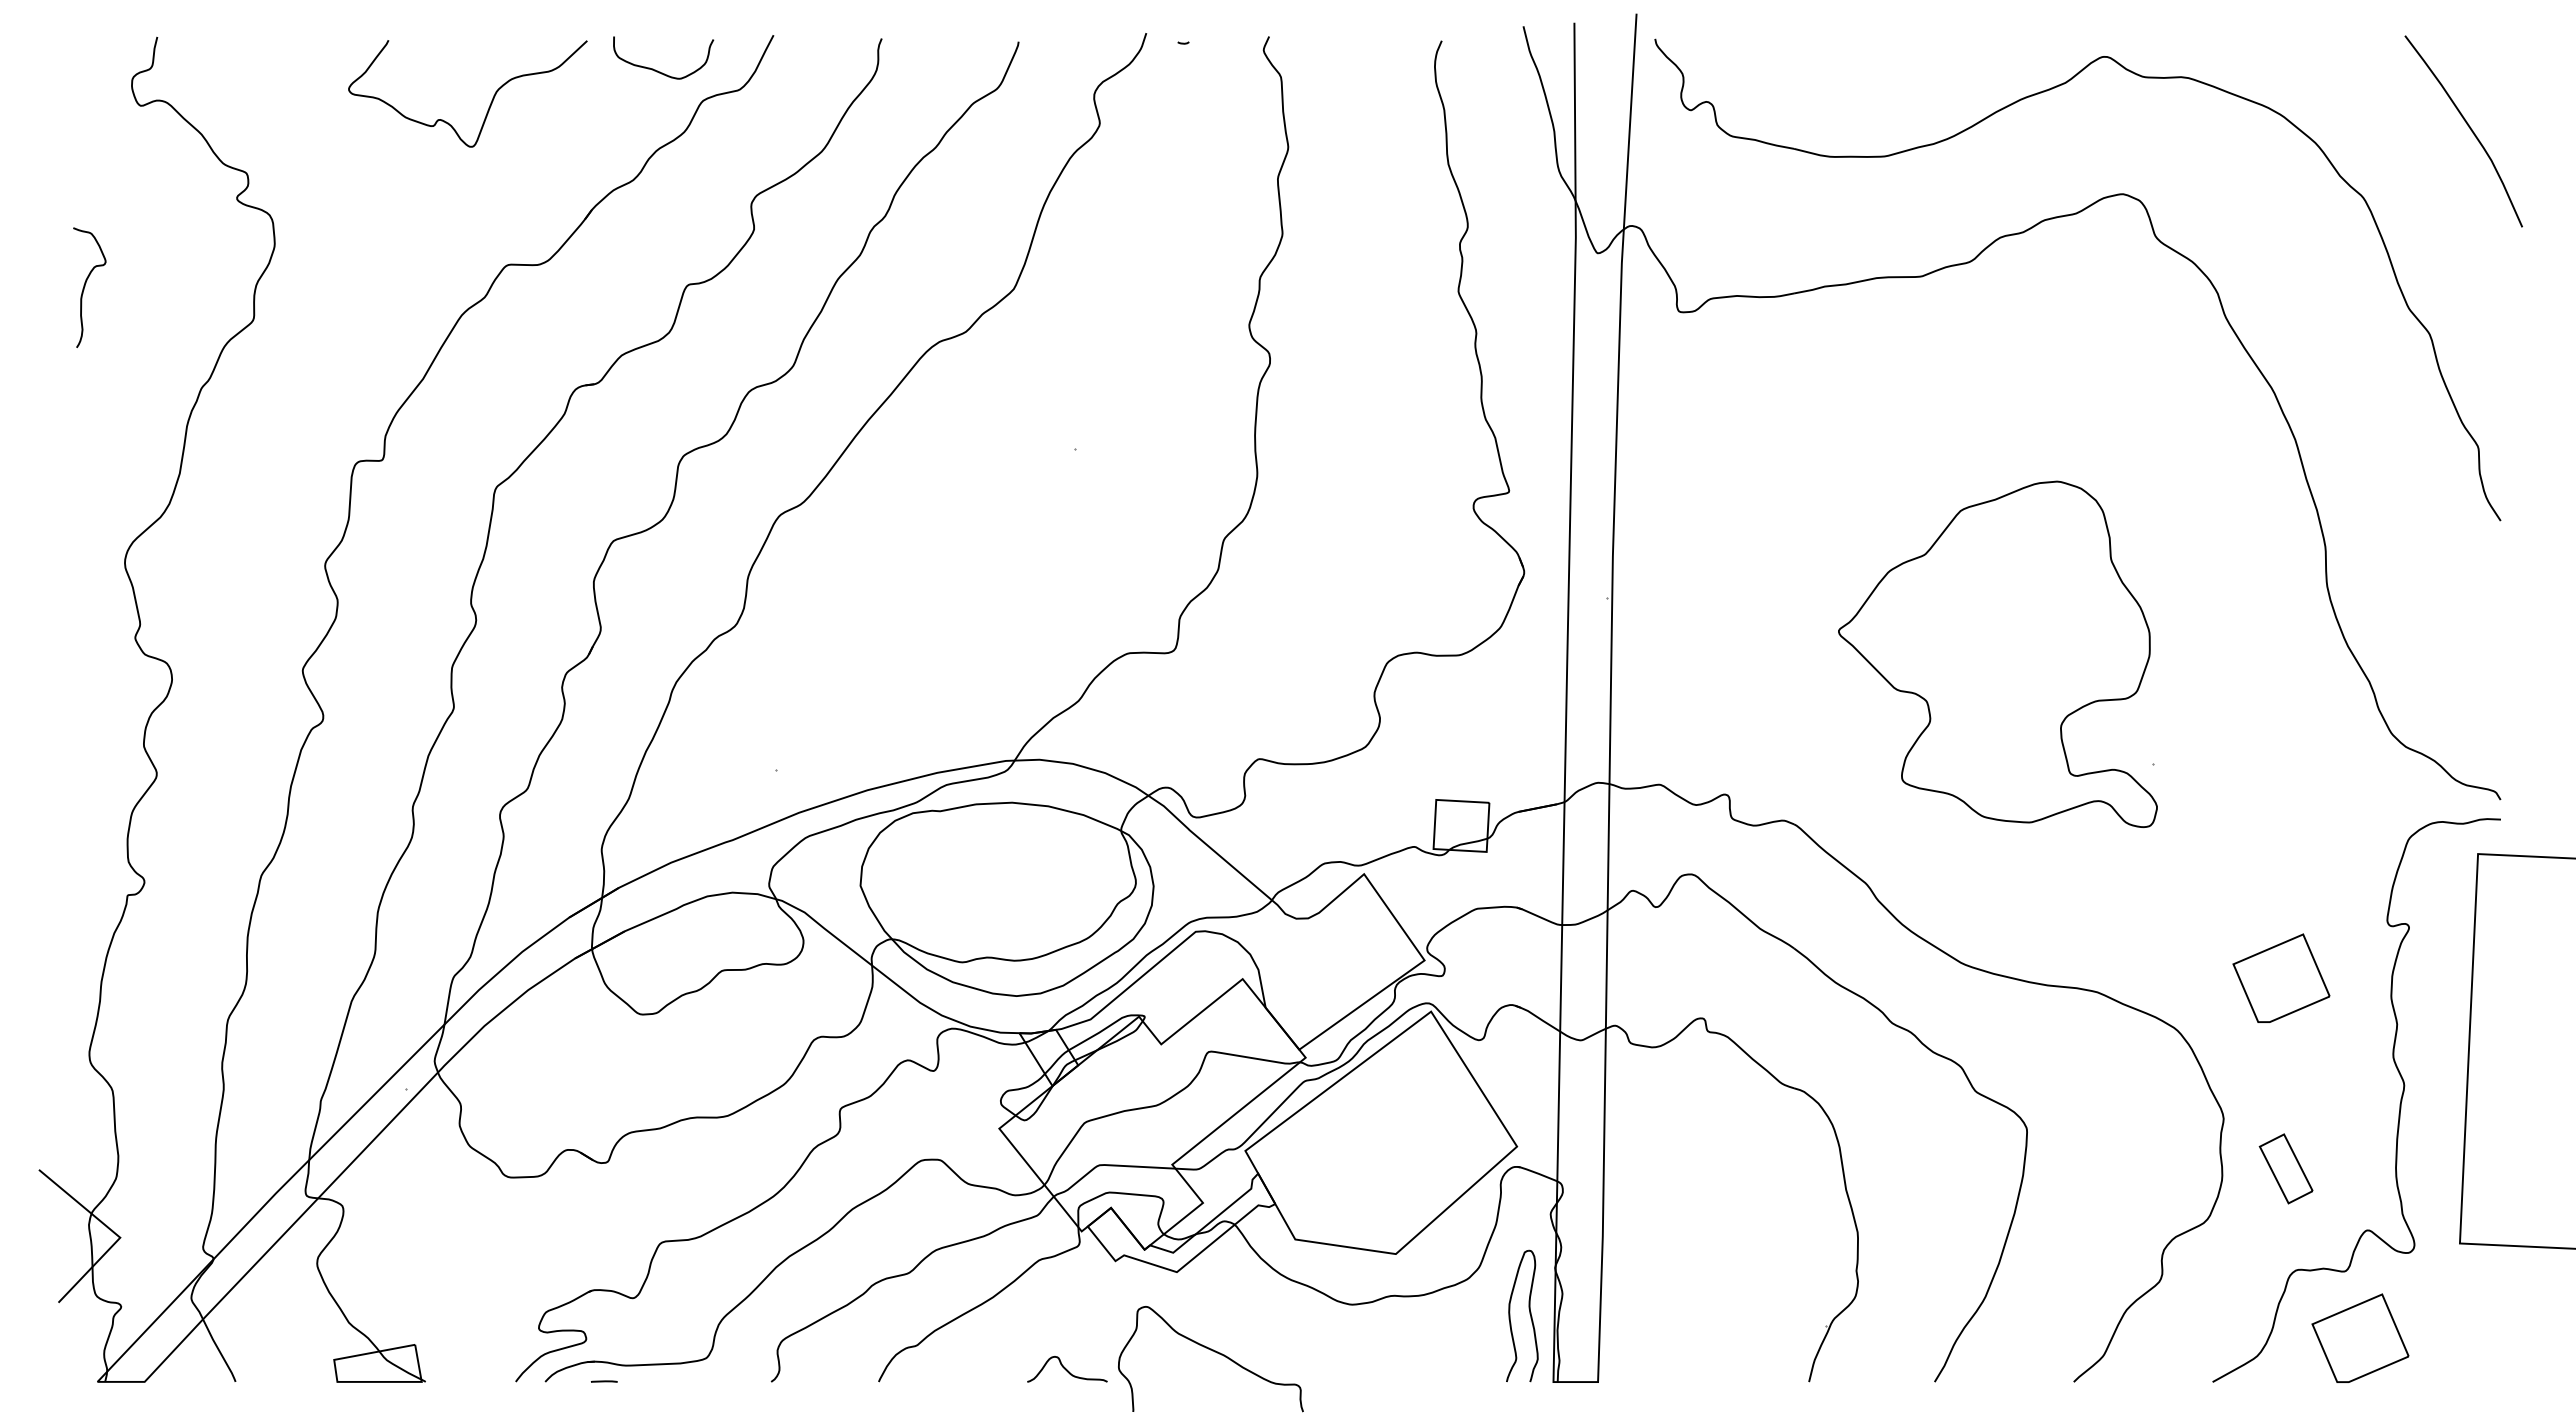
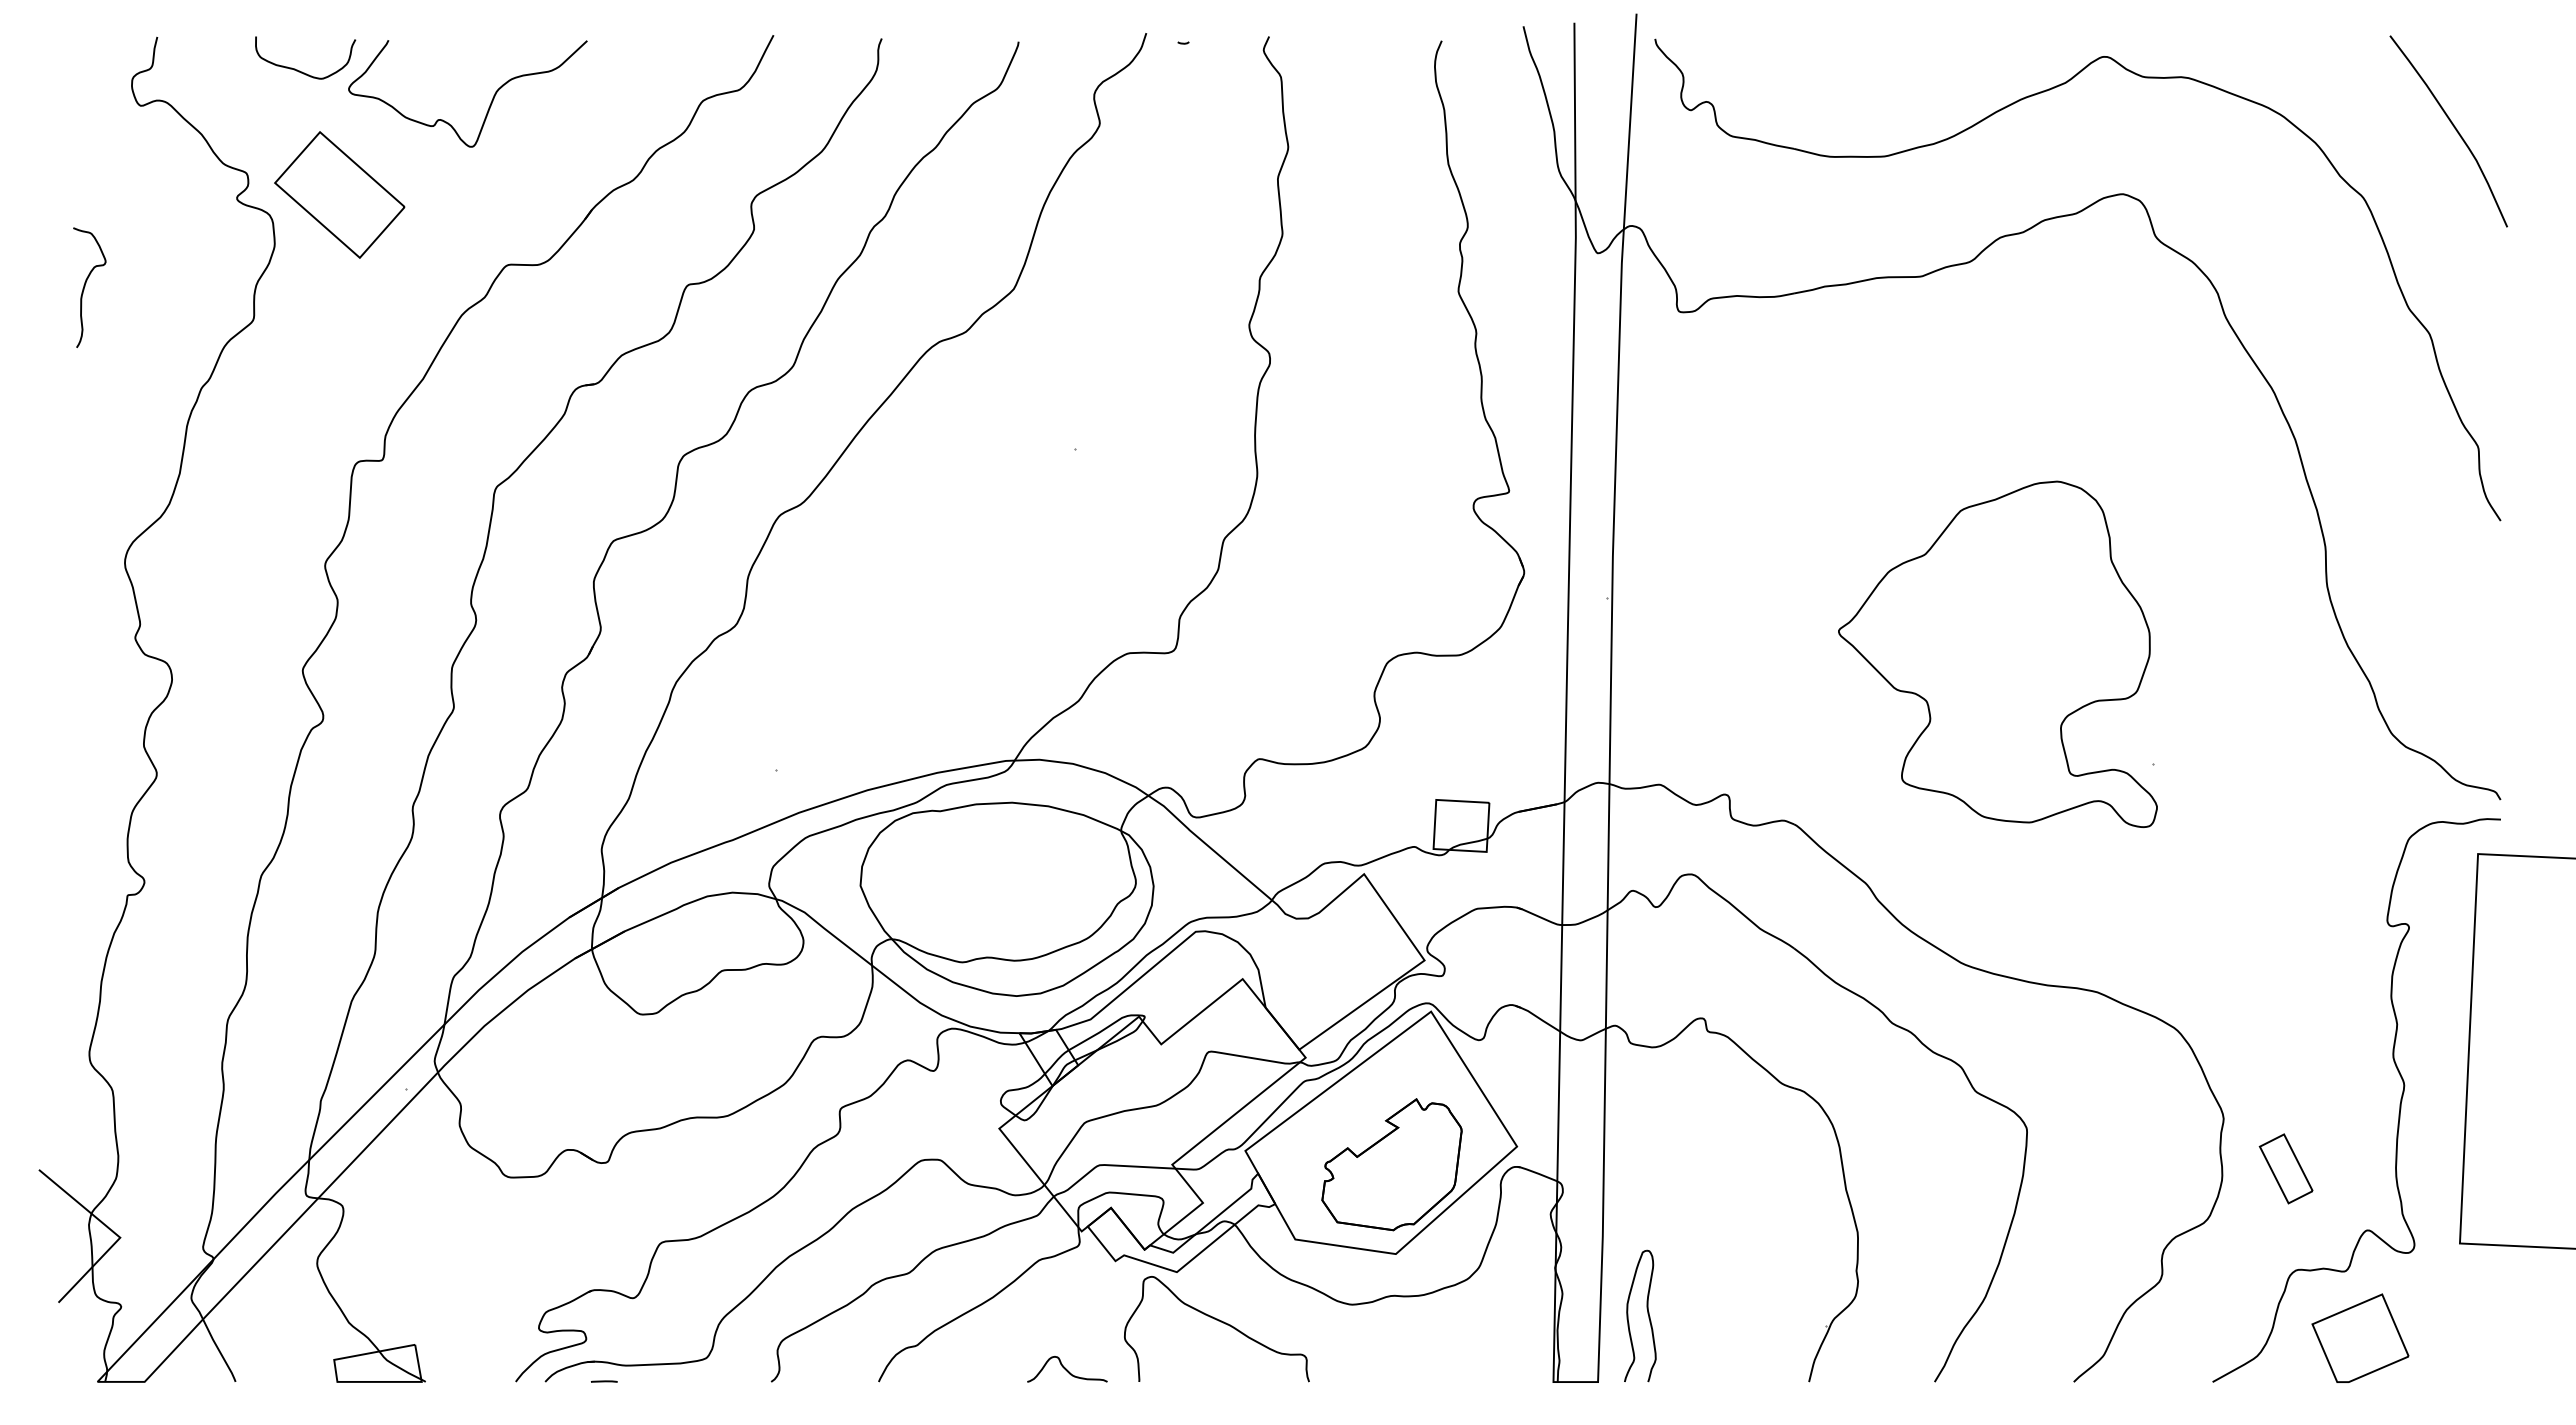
curve at (657, 70) position: (657, 70) -> (299, 70)
curve at (2468, 127) position: (2468, 127) -> (2453, 127)
part at (339, 194): none -> present
part at (2281, 977): present -> none
part at (1391, 1164): none -> present
part at (1529, 1314) position: (1529, 1314) -> (1647, 1314)
curve at (1214, 1352) position: (1214, 1352) -> (1220, 1322)
